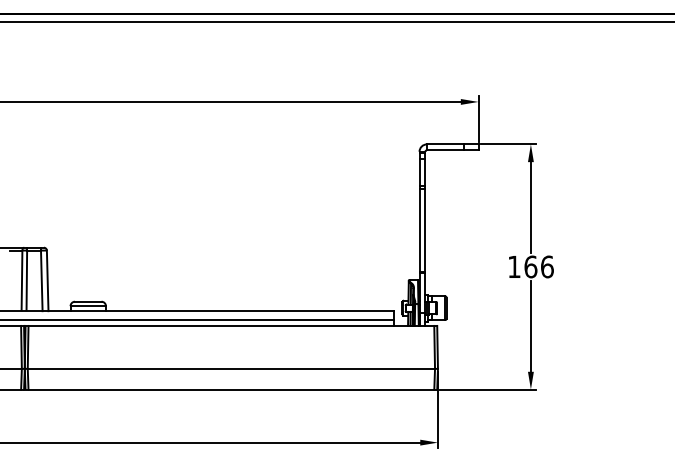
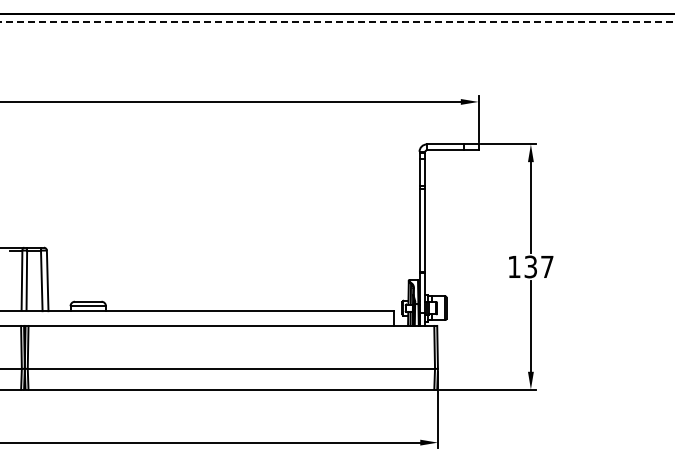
line at (337, 22): solid -> dashed
text at (538, 266): 166 -> 137
line at (197, 320): present -> none
